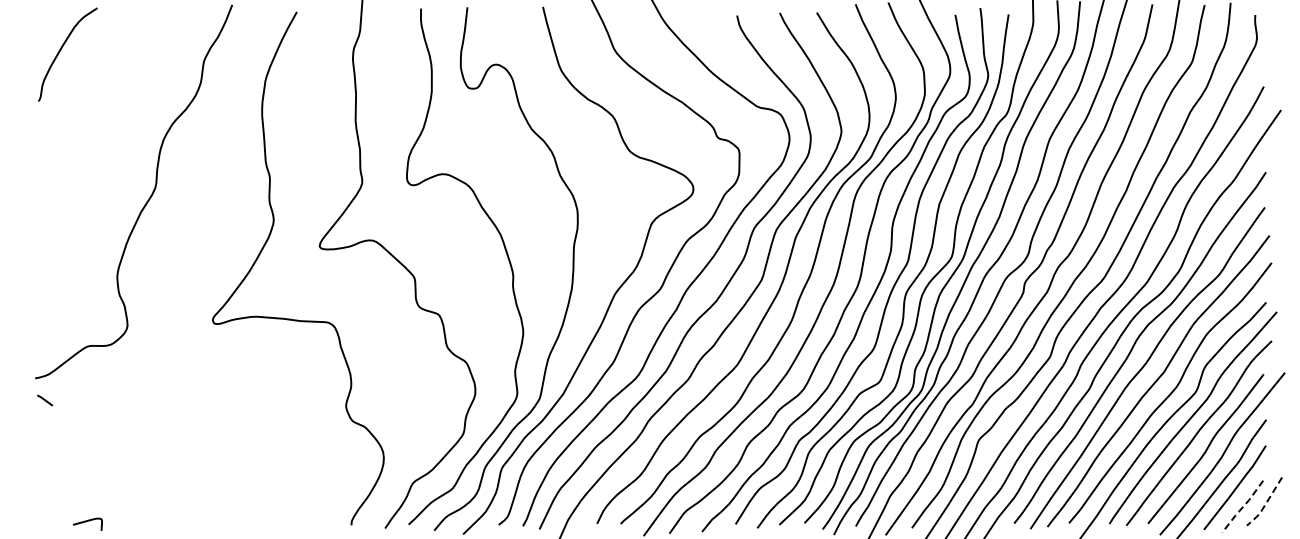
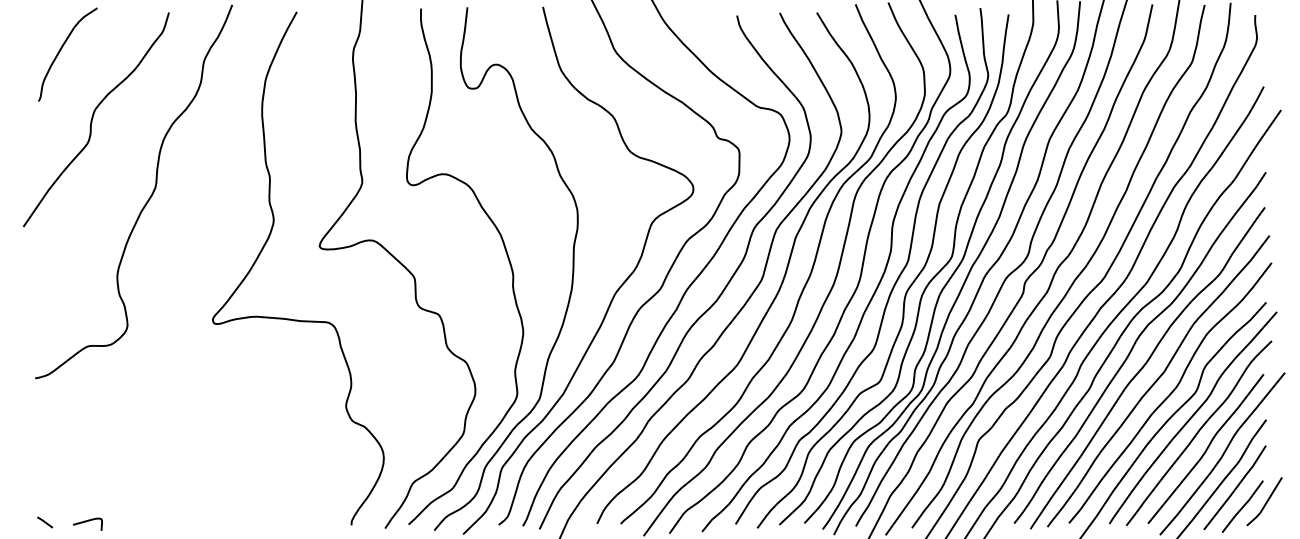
curve at (93, 118): none -> present
line at (45, 400) position: (45, 400) -> (45, 522)
line at (1265, 504): dashed -> solid
line at (1242, 507): dashed -> solid
